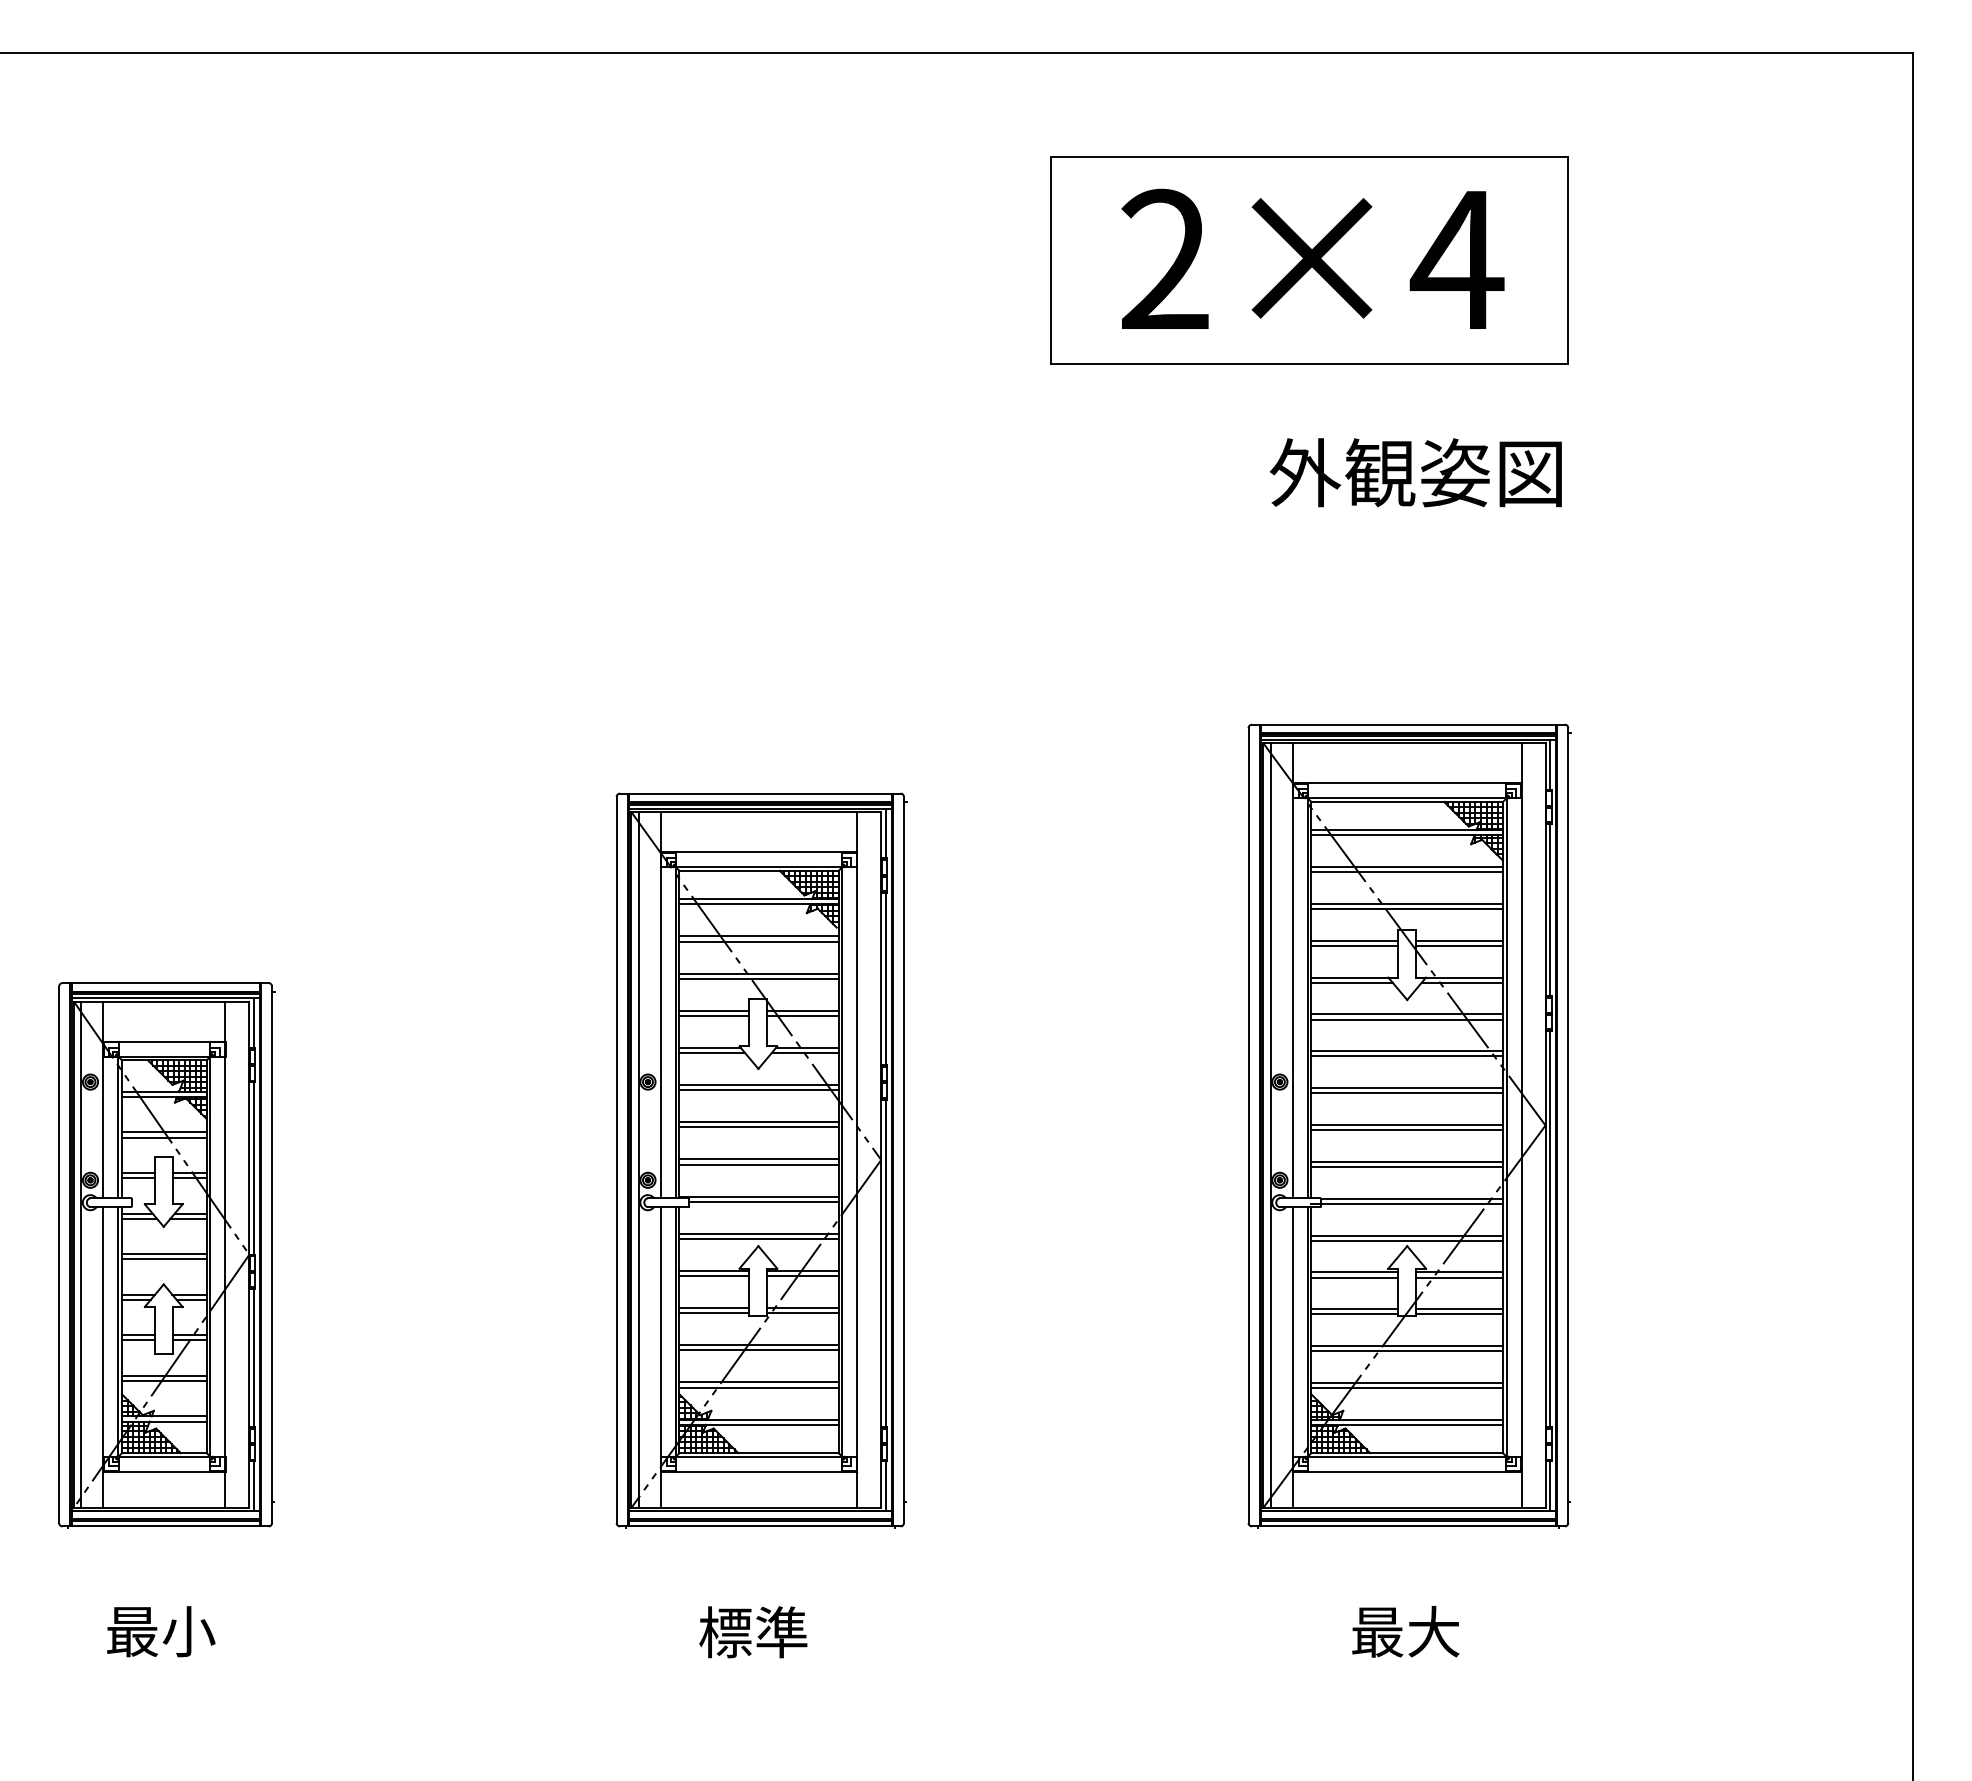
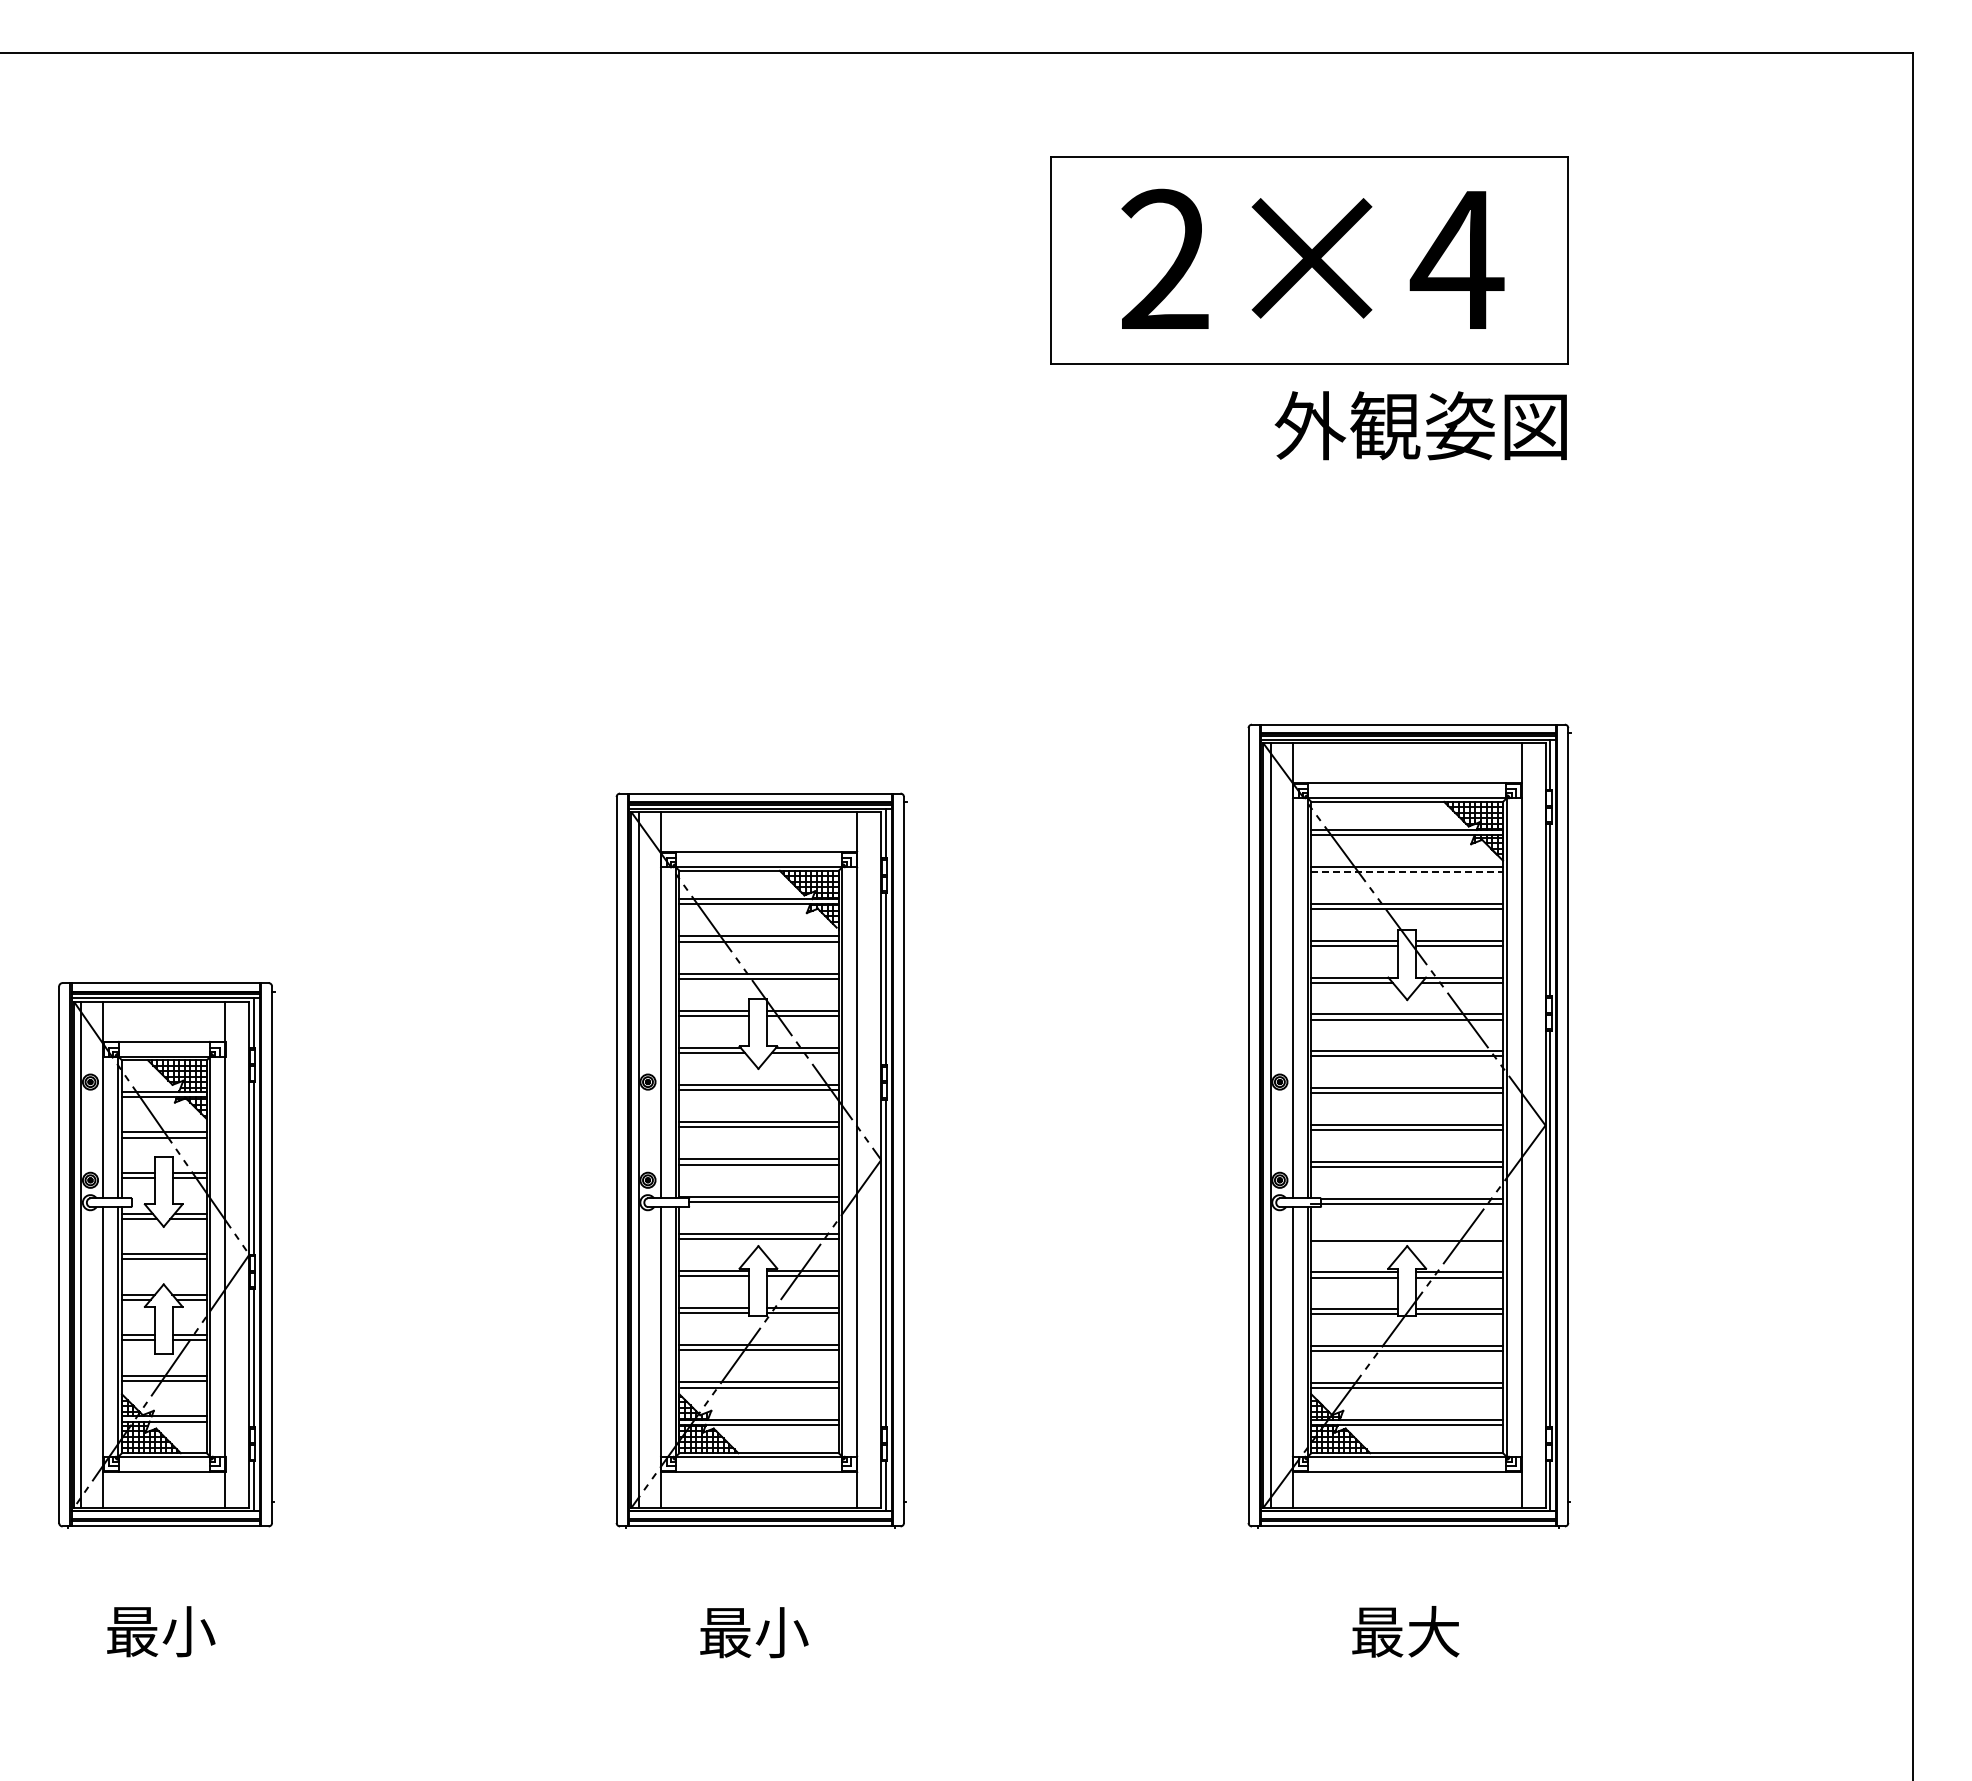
text at (1415, 472) position: (1415, 472) -> (1420, 425)
line at (1407, 872): solid -> dashed
line at (1407, 1235): present -> none
text at (753, 1632): 標準 -> 最小
